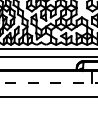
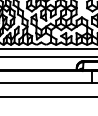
line at (49, 83): dashed -> solid
